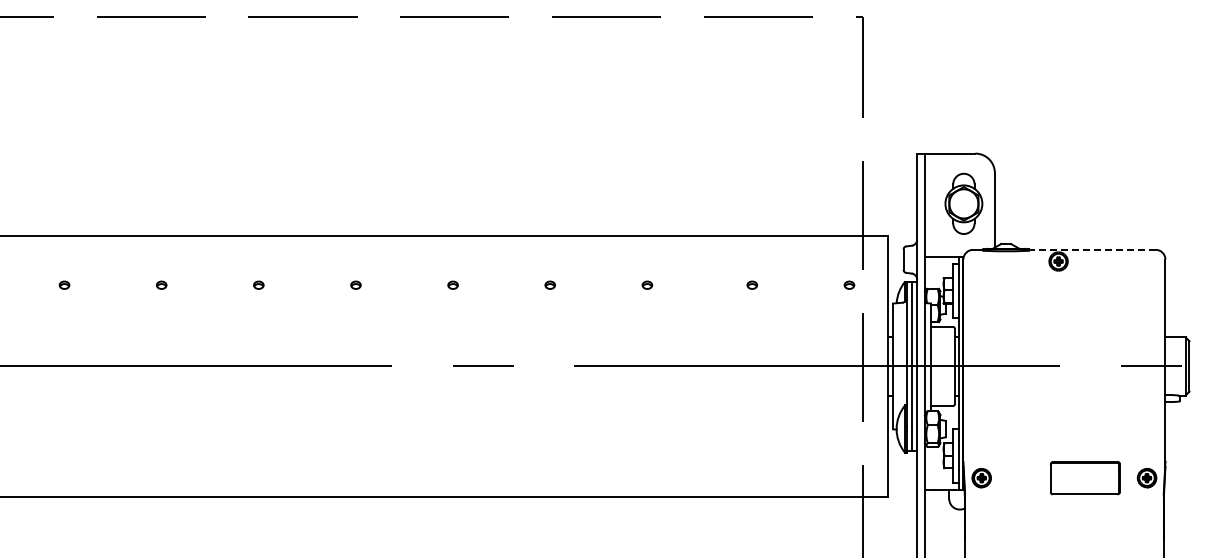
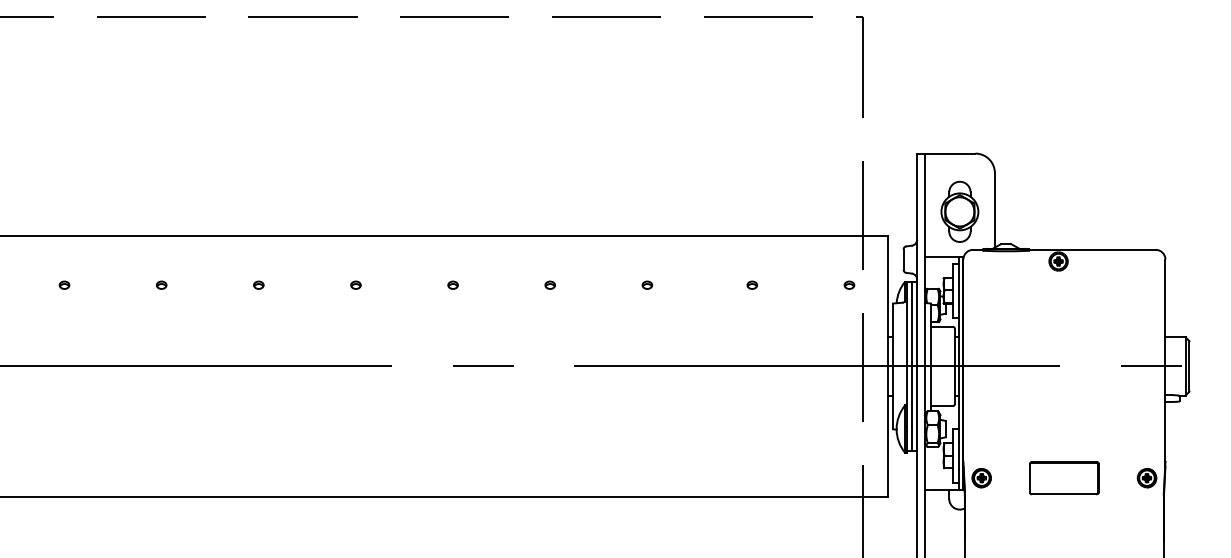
part at (963, 203) position: (963, 203) -> (959, 211)
line at (1092, 249): dashed -> solid
part at (1085, 478) position: (1085, 478) -> (1064, 478)
